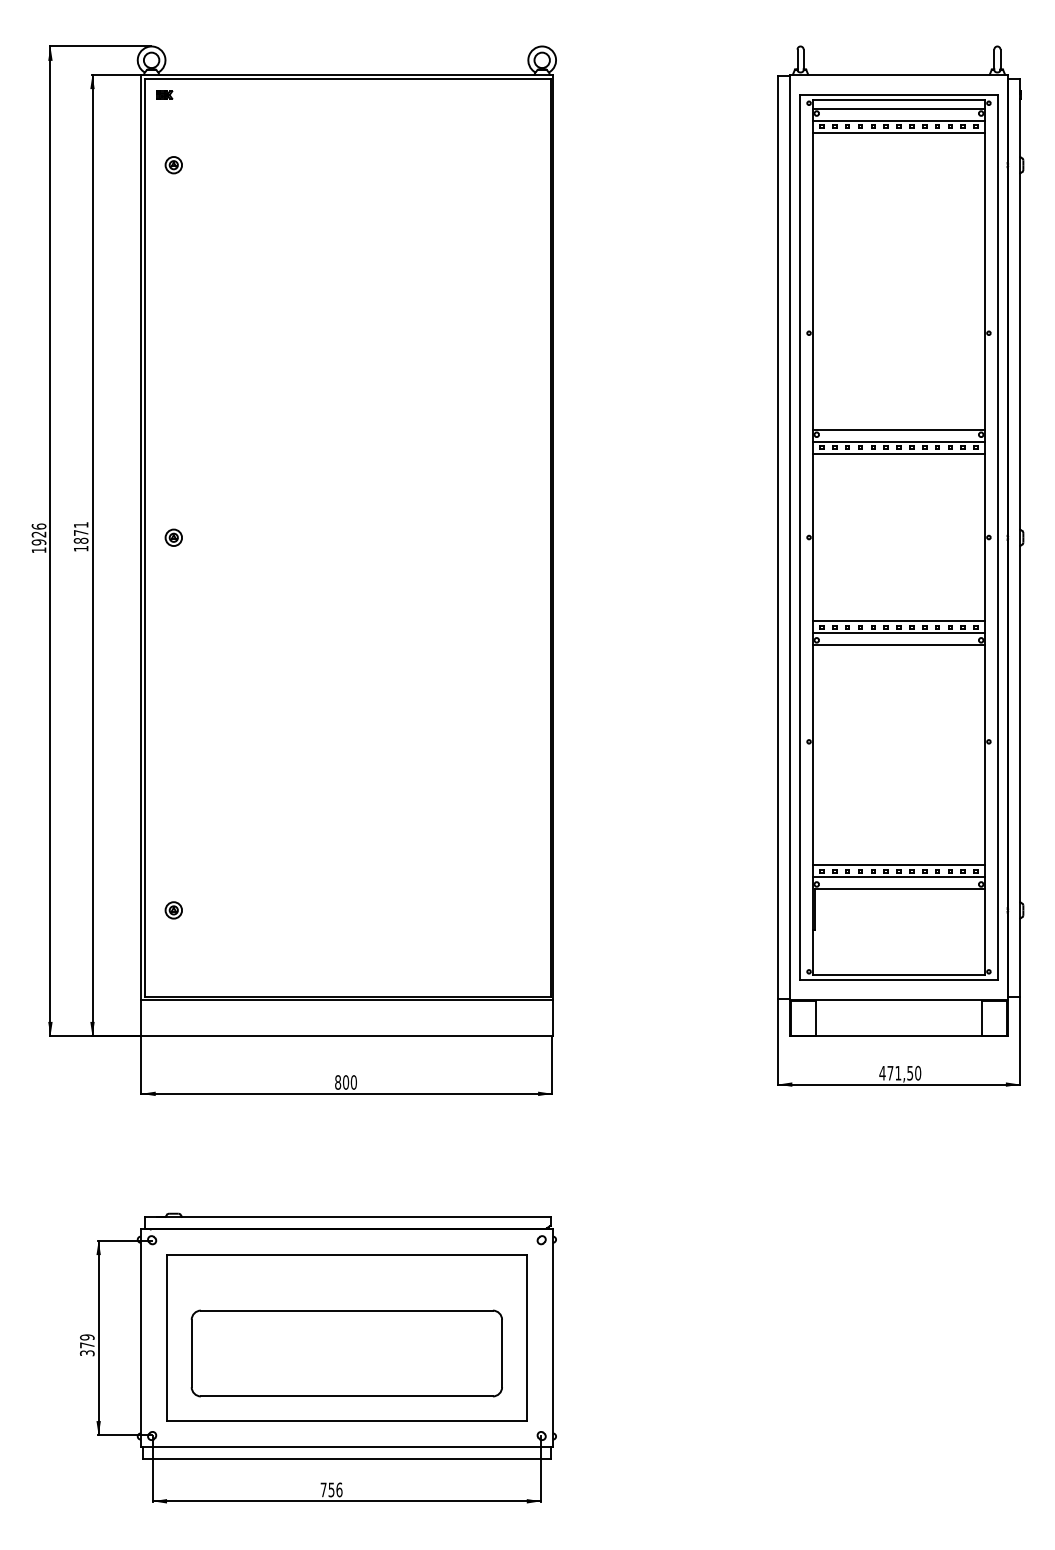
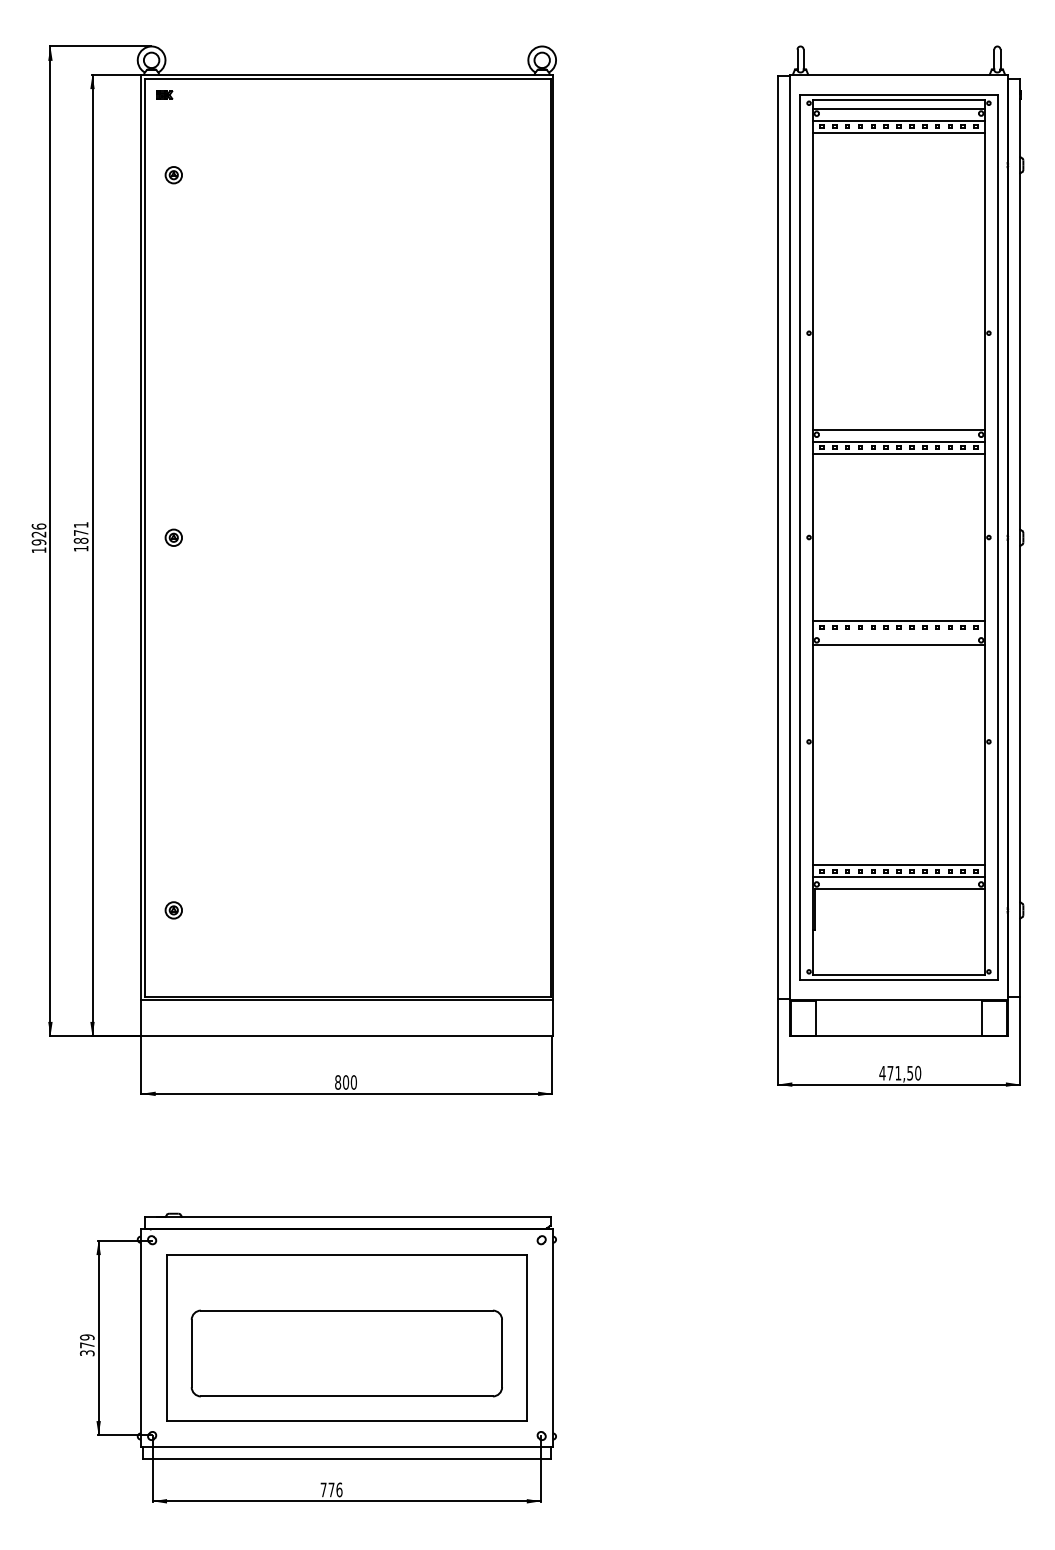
part at (173, 165) position: (173, 165) -> (173, 175)
line at (898, 633): present -> none
text at (331, 1489): 756 -> 776
